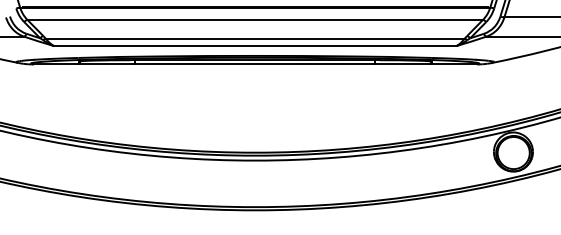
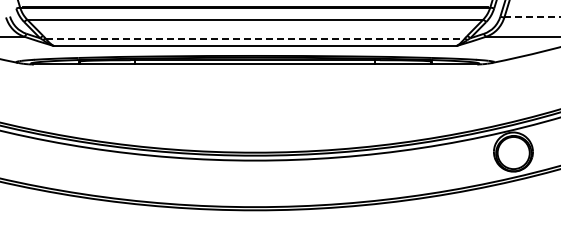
line at (533, 17): solid -> dashed
line at (255, 38): solid -> dashed
